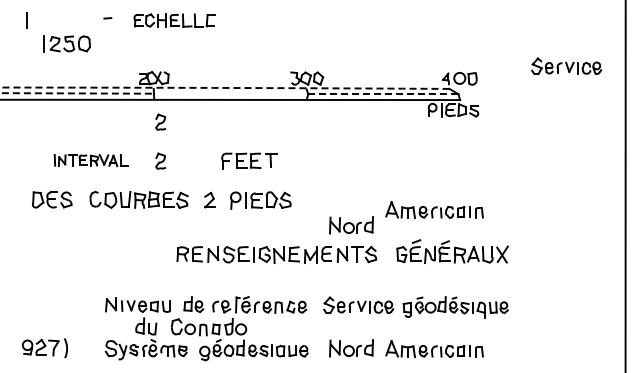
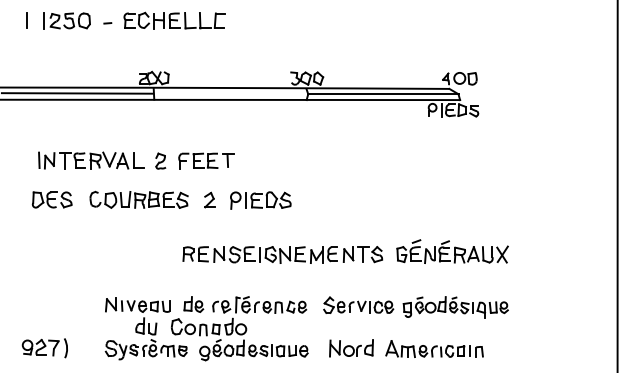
line at (107, 18) position: (107, 18) -> (107, 23)
part at (174, 20) size: 83x15 px -> 103x19 px
part at (66, 43) position: (66, 43) -> (66, 20)
part at (566, 65): present -> none
arc at (224, 87): dashed -> solid
line at (77, 93): dashed -> solid
line at (383, 94): dashed -> solid
part at (160, 121): present -> none
part at (90, 160) size: 76x14 px -> 107x19 px
part at (249, 160) position: (249, 160) -> (206, 160)
line at (625, 185) position: (625, 185) -> (617, 185)
part at (434, 209): present -> none
part at (351, 225): present -> none
part at (276, 254) position: (276, 254) -> (282, 254)
